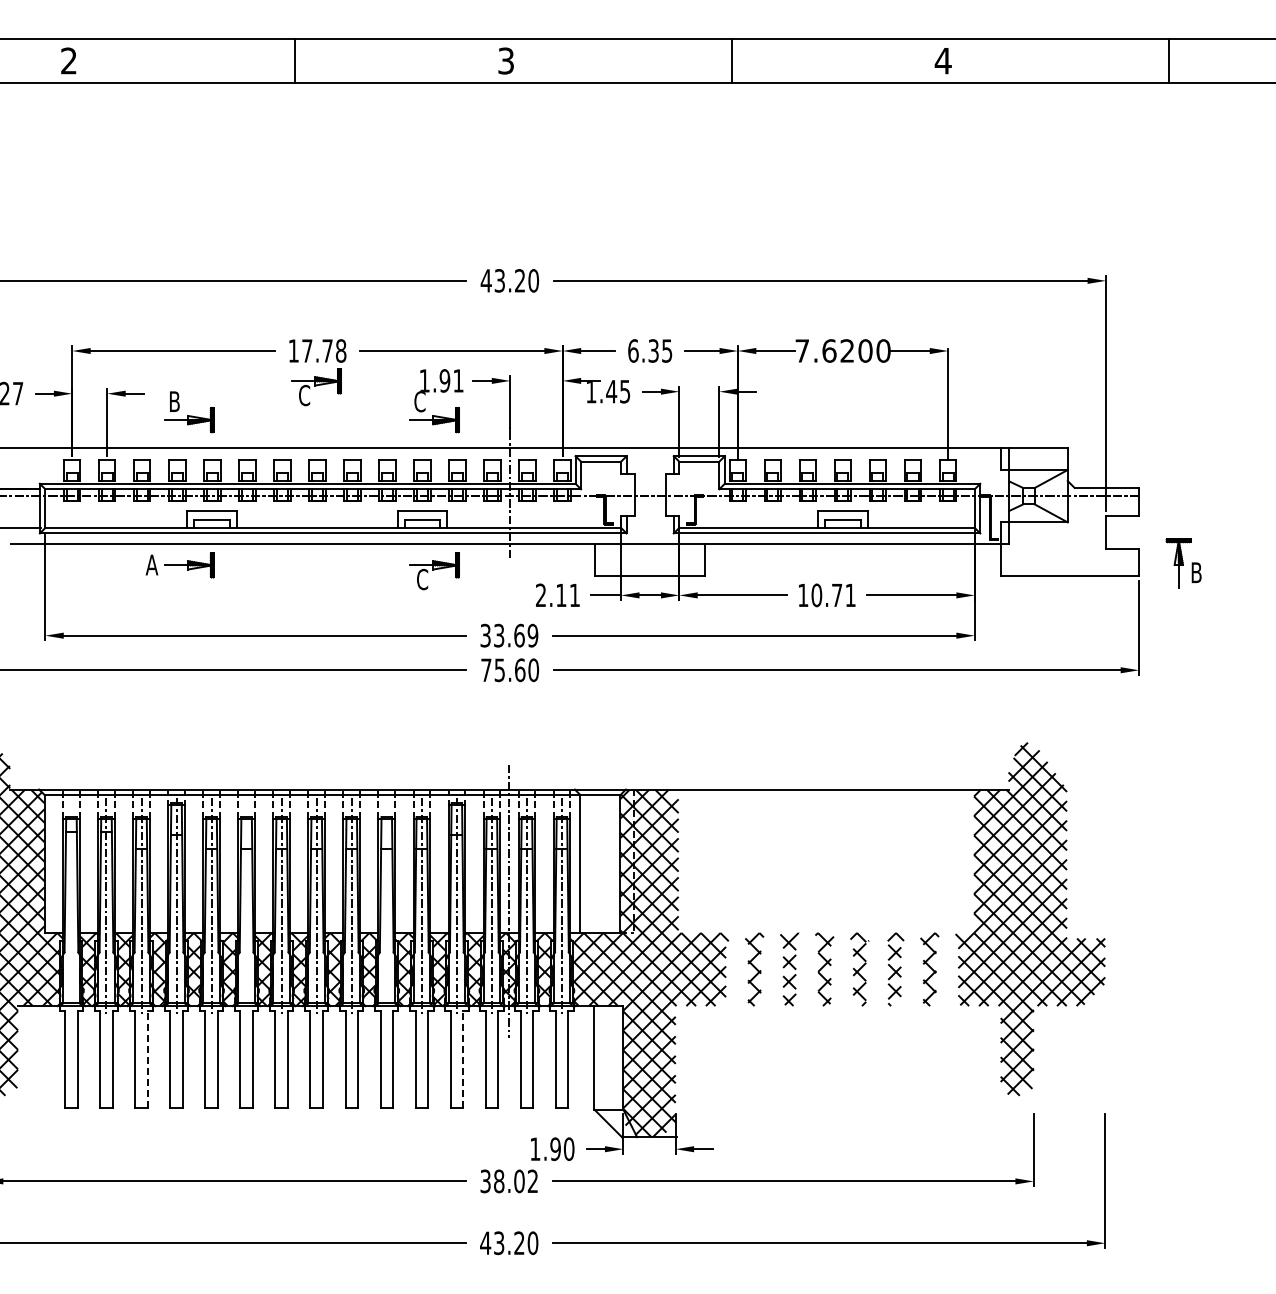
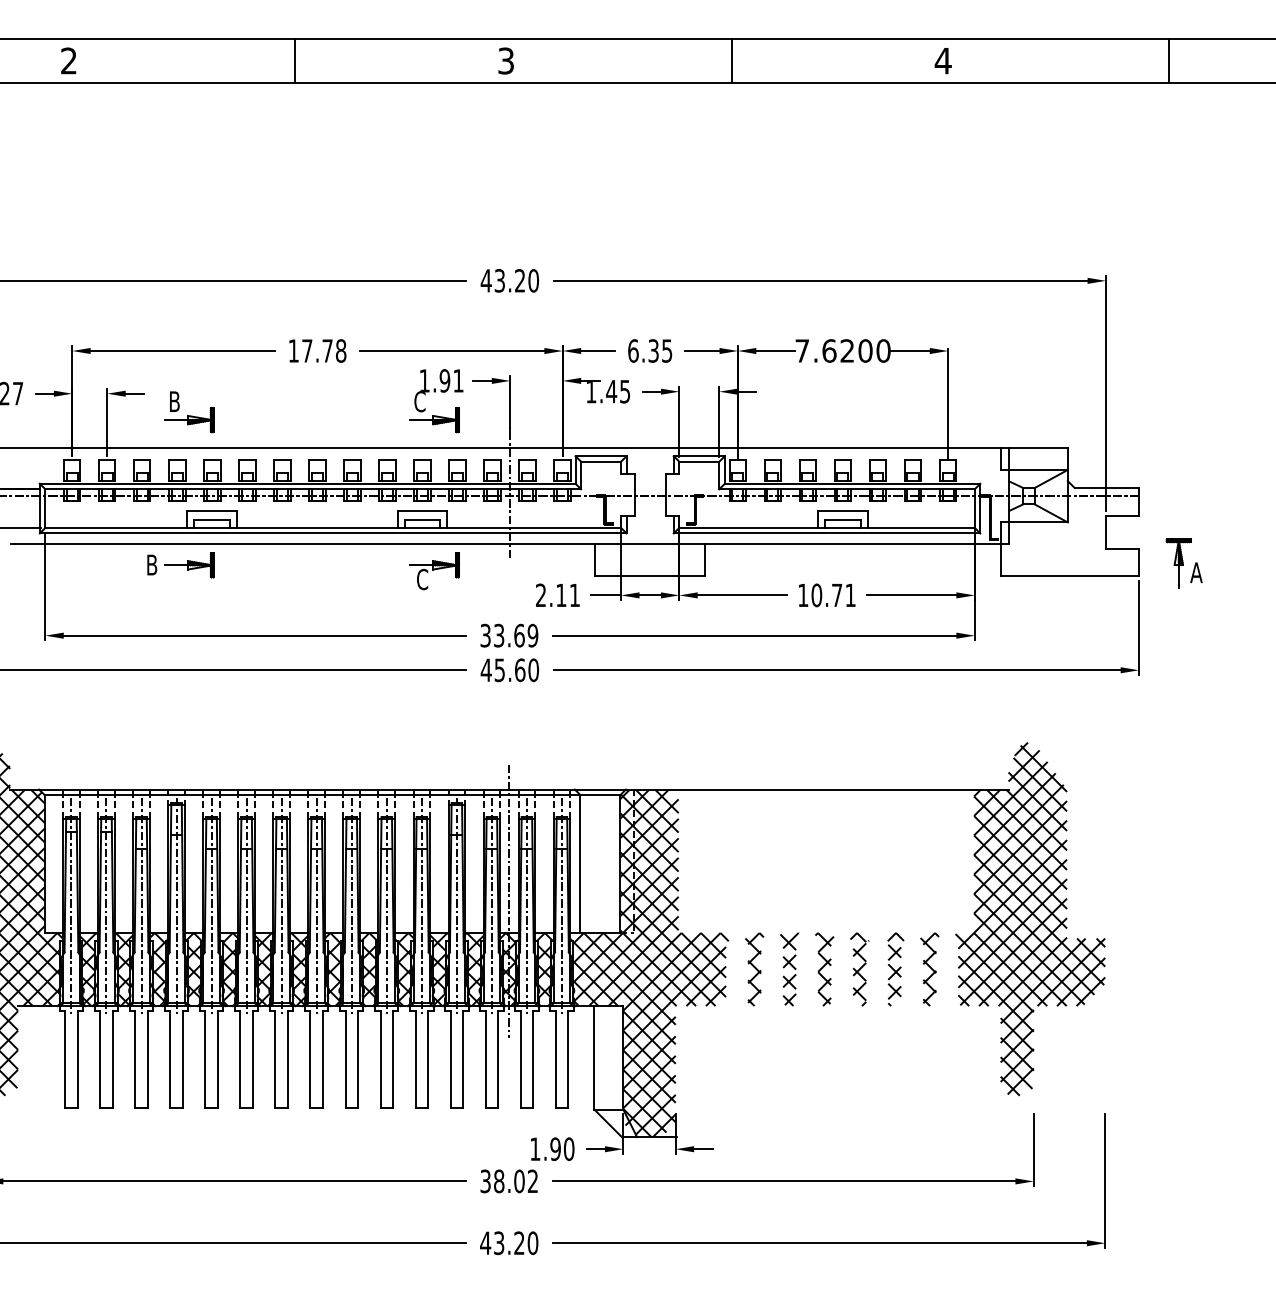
part at (316, 387): present -> none
text at (151, 564): A -> B
text at (1196, 572): B -> A
text at (485, 669): 75.60 -> 45.60
line at (71, 905): none -> present
line at (246, 905): none -> present
line at (386, 905): none -> present
line at (147, 1059): dashed -> solid
line at (463, 1059): dashed -> solid
